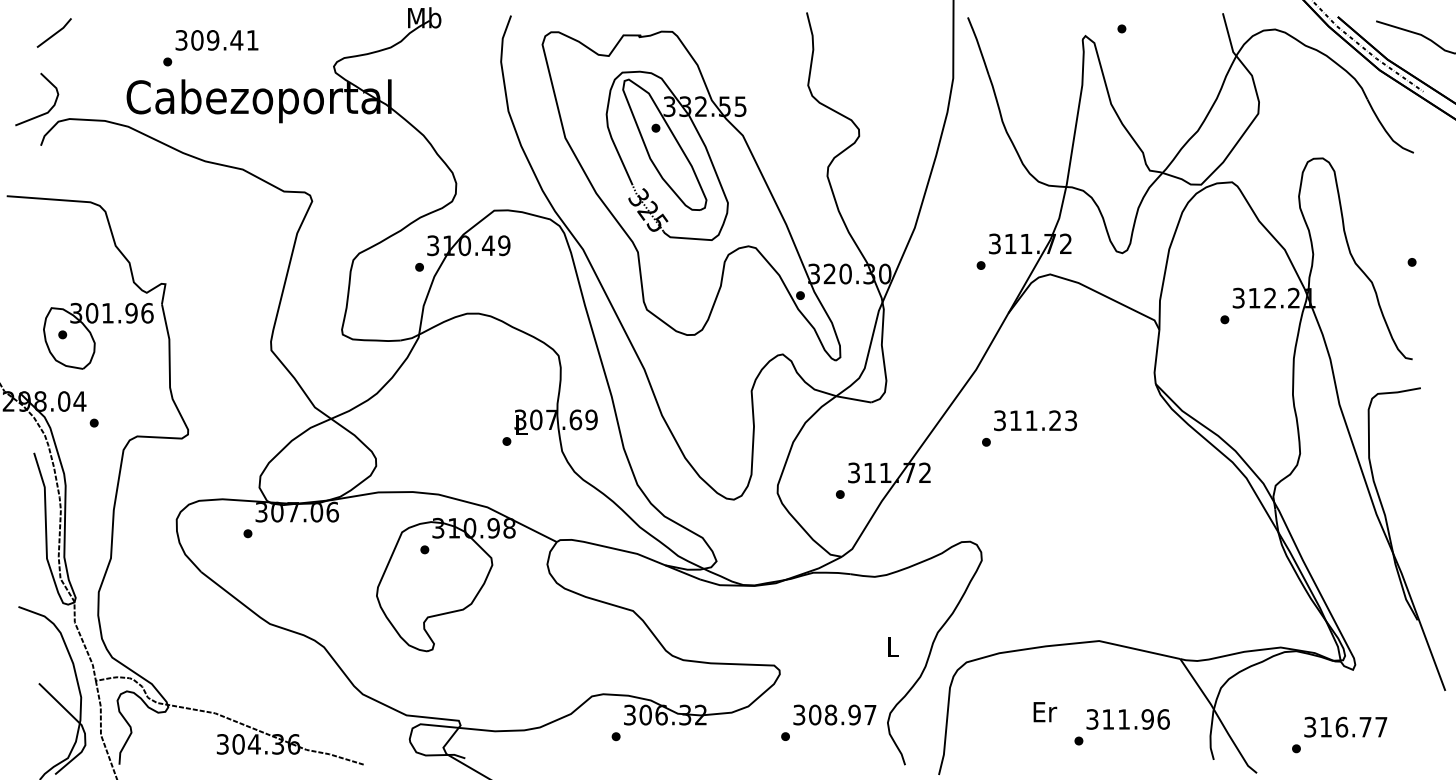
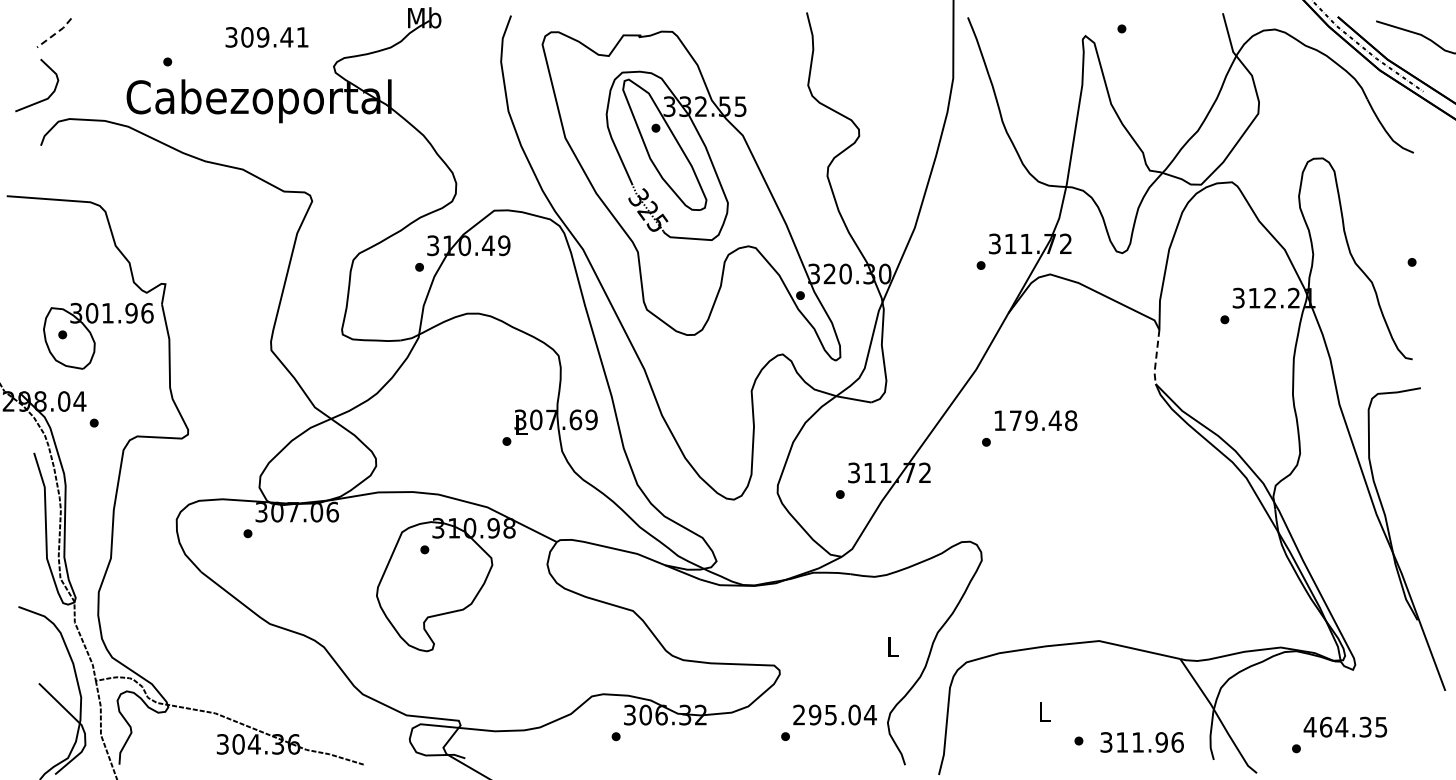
line at (55, 33): solid -> dashed
text at (216, 40) position: (216, 40) -> (266, 37)
curve at (42, 113) position: (42, 113) -> (42, 99)
line at (1156, 358): solid -> dashed
text at (1035, 420): 311.23 -> 179.48
text at (1045, 712): Er -> L
text at (834, 714): 308.97 -> 295.04
text at (1127, 719) position: (1127, 719) -> (1141, 742)
text at (1345, 726): 316.77 -> 464.35
